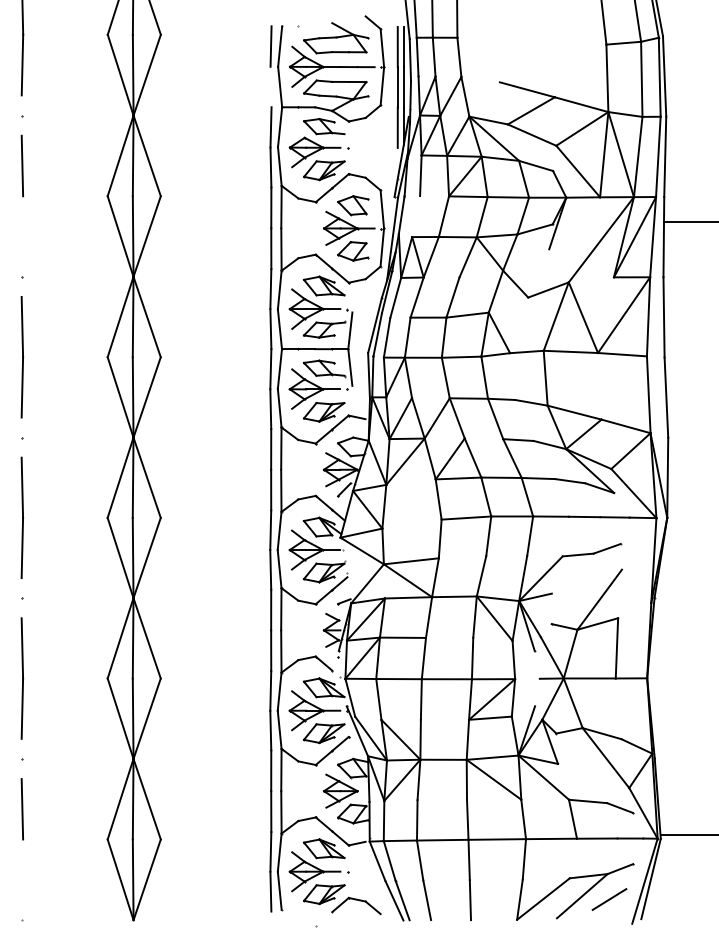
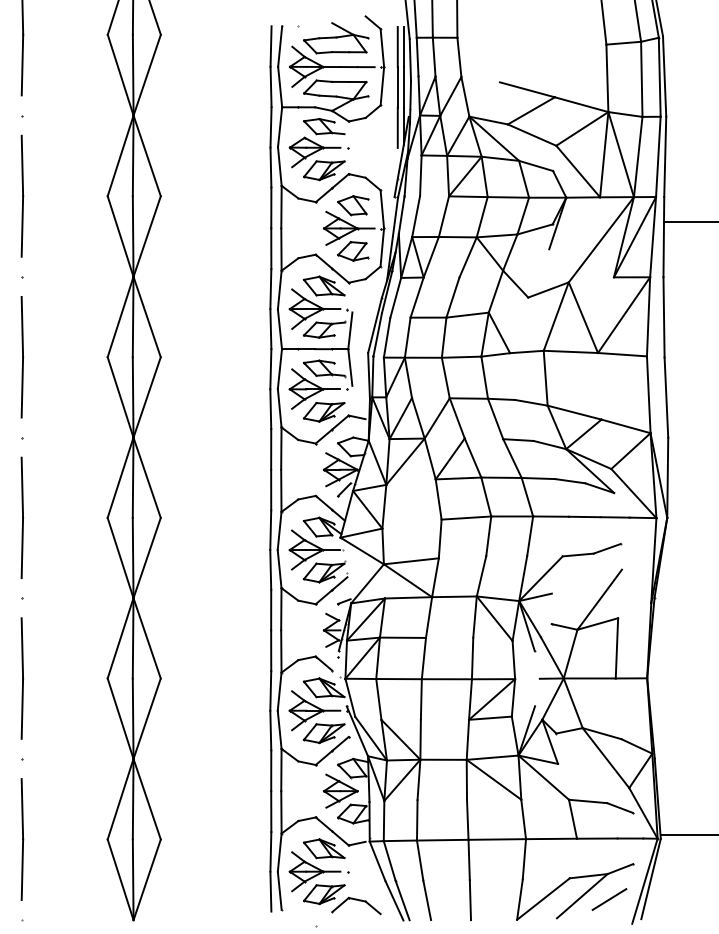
line at (270, 86): none -> present
line at (416, 216): none -> present
line at (22, 226): none -> present
line at (22, 869): none -> present
